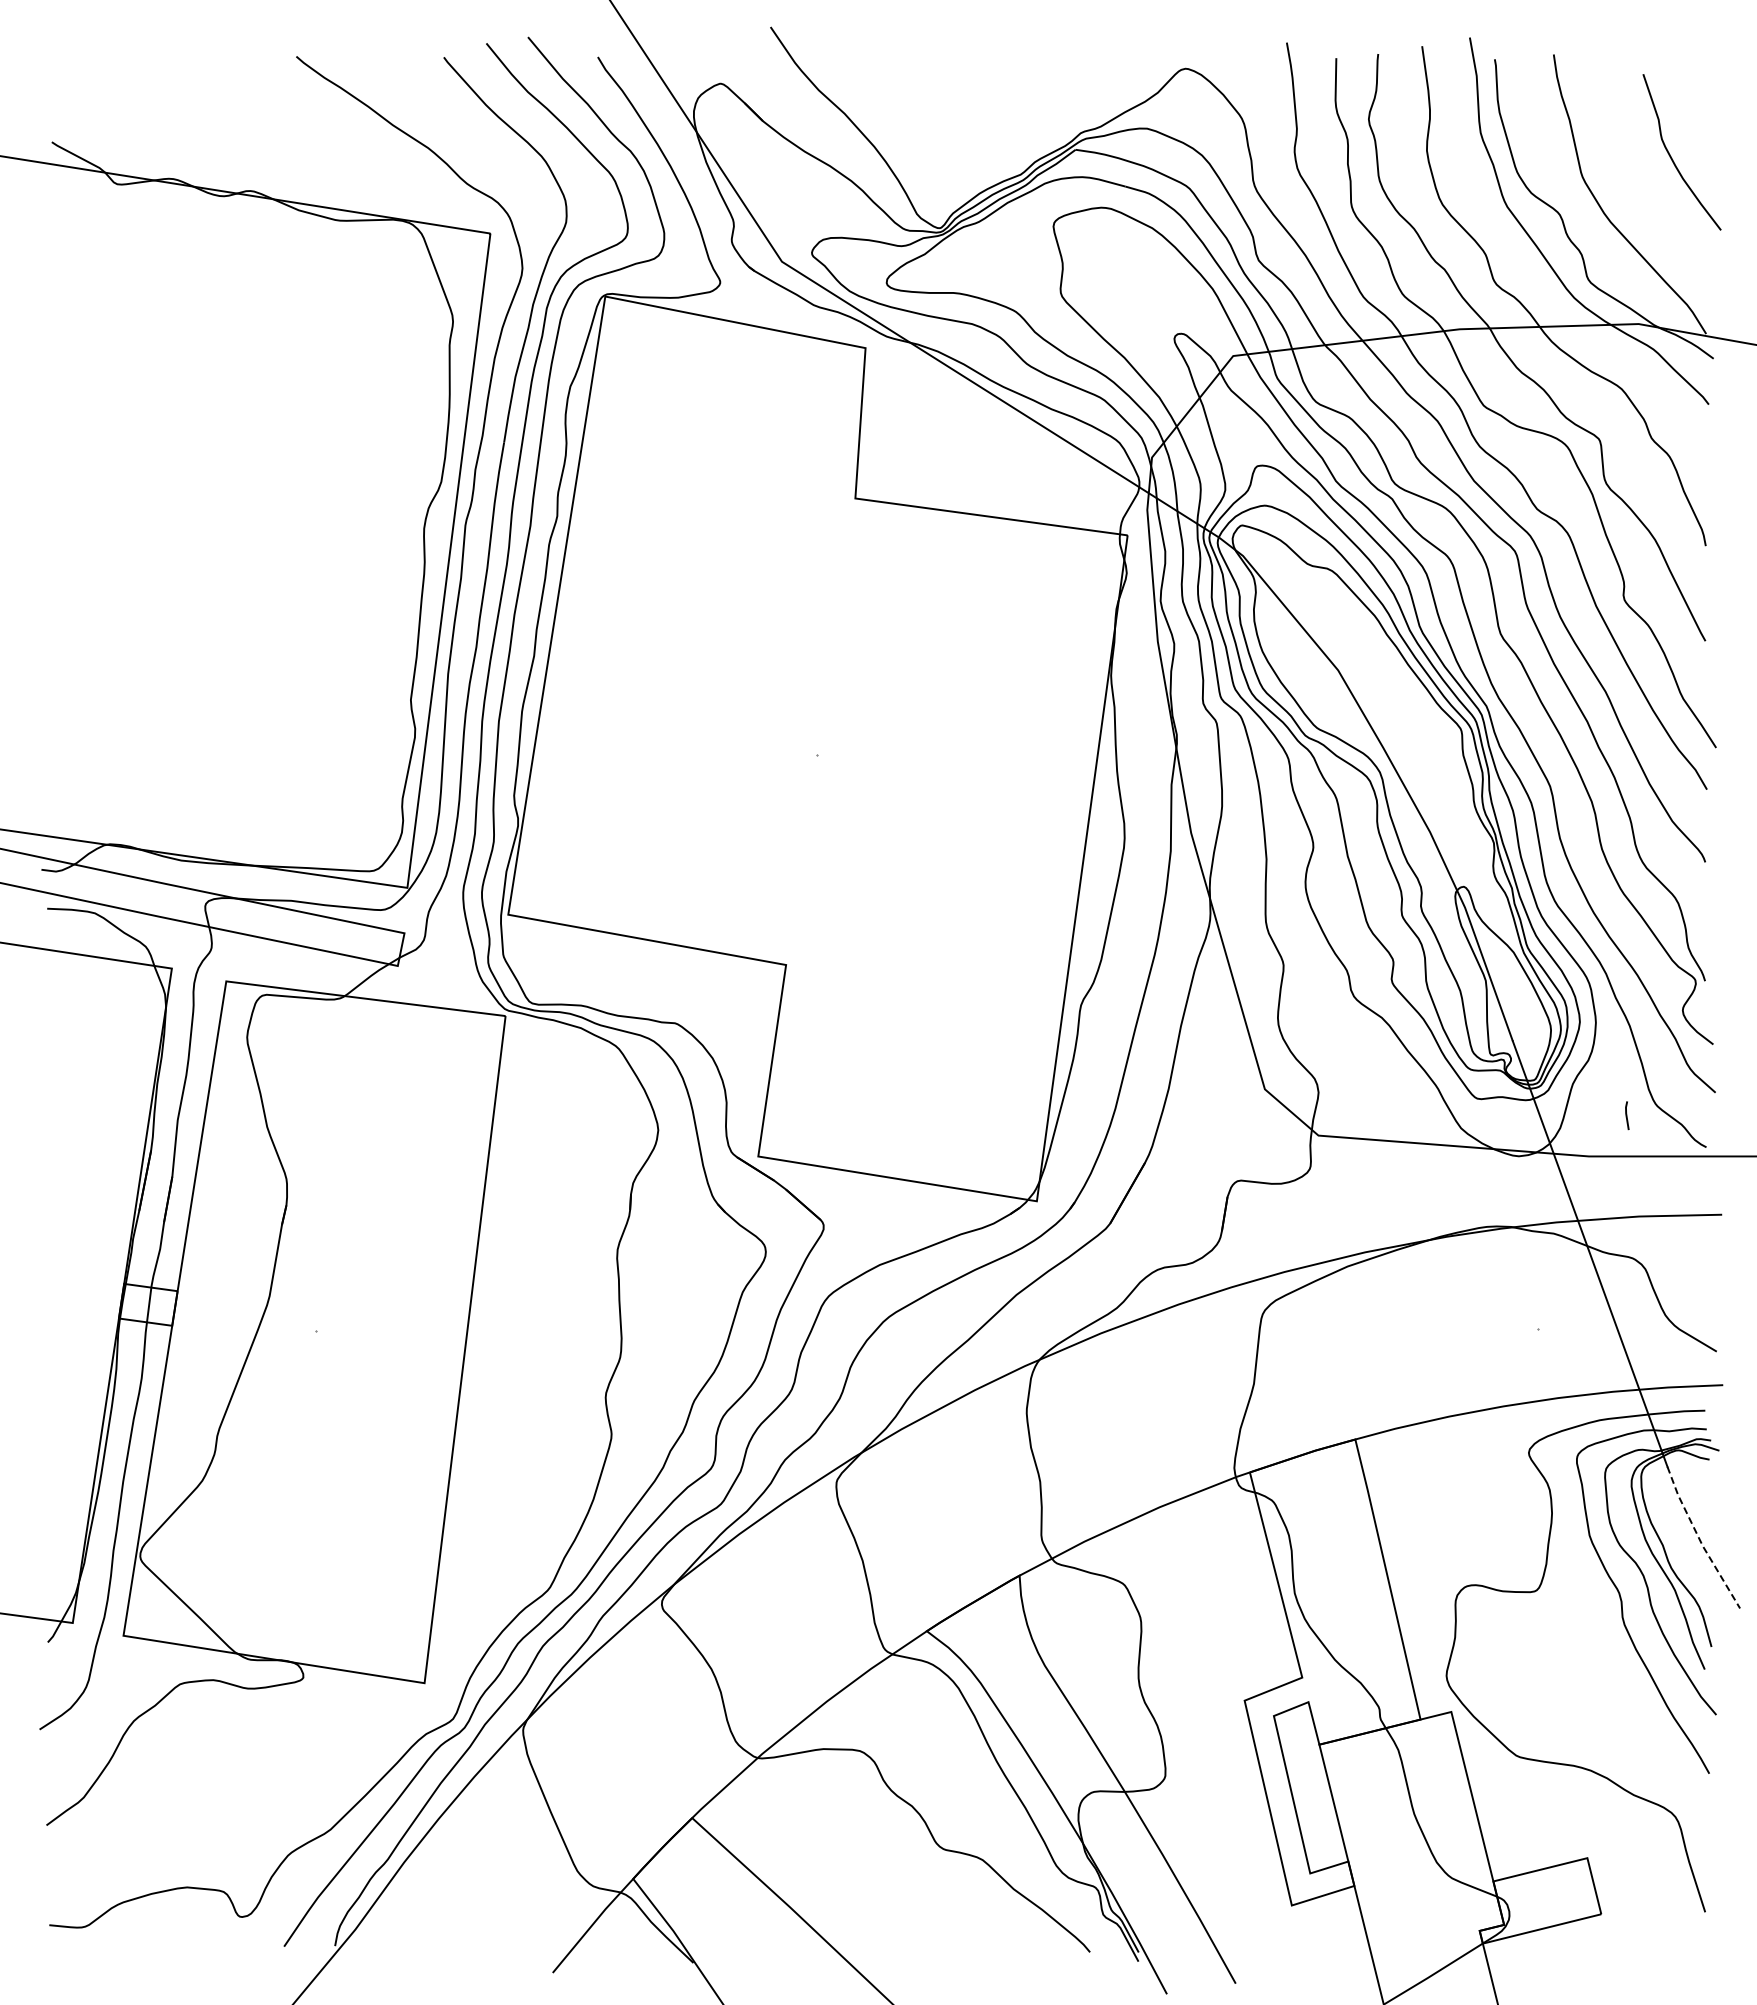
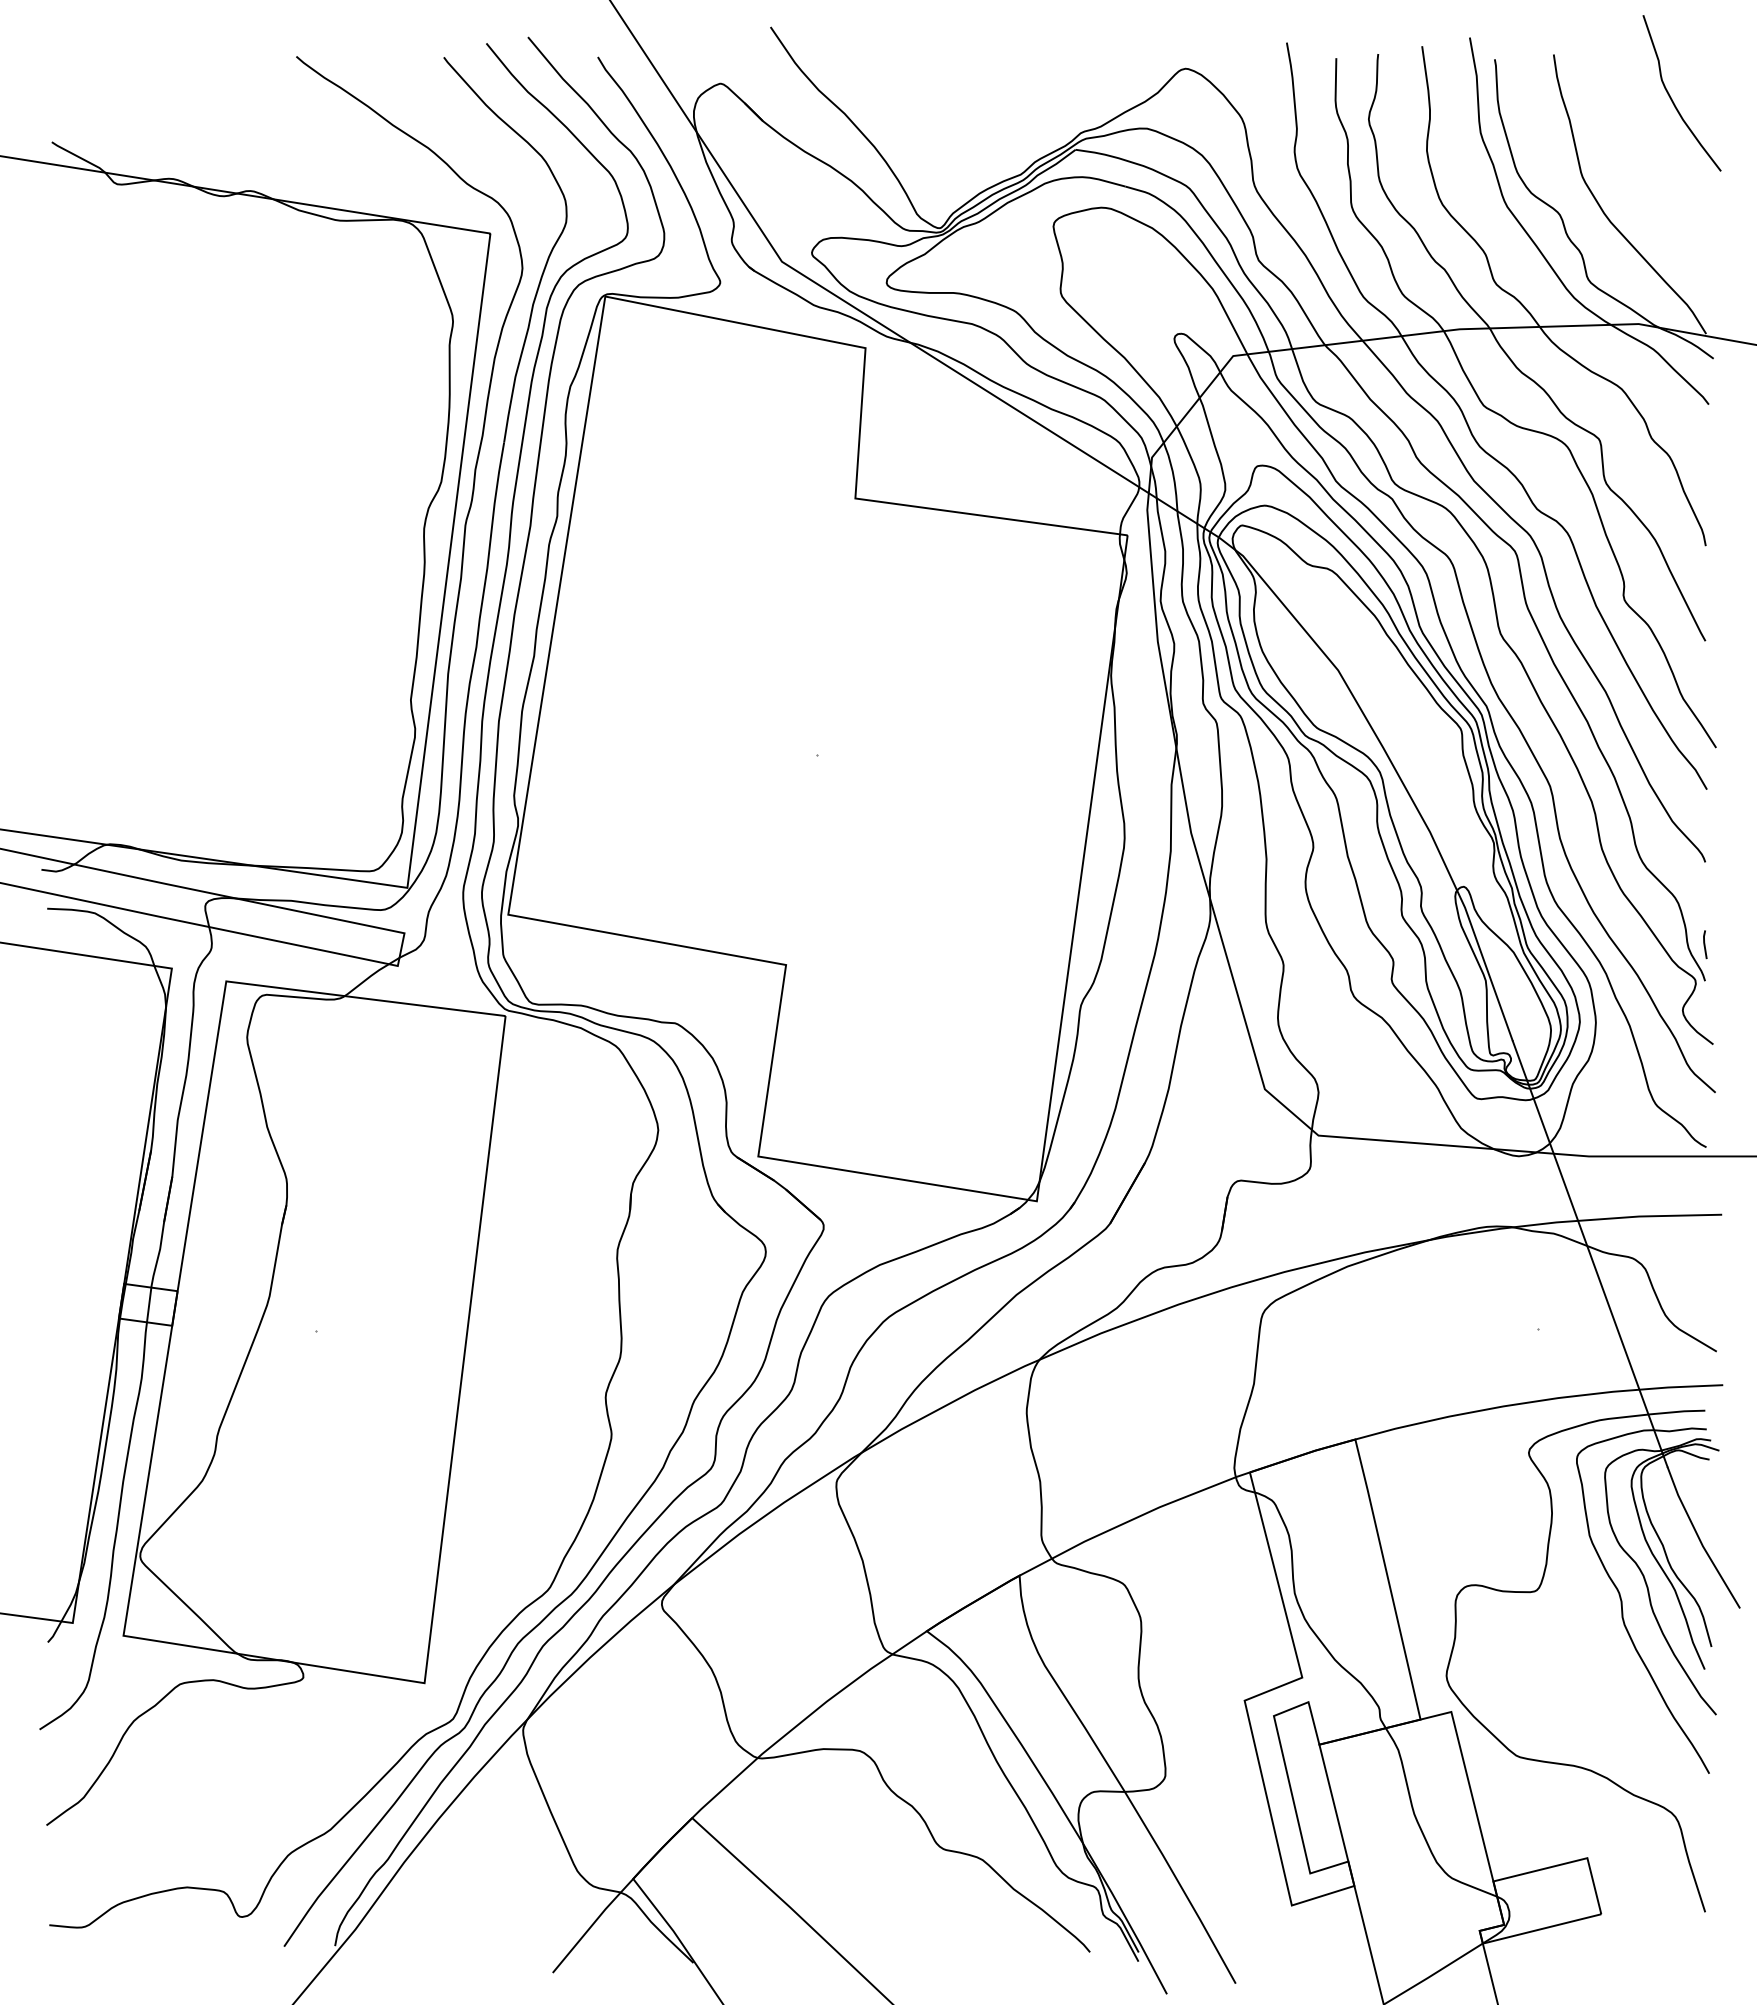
curve at (1671, 156) position: (1671, 156) -> (1671, 97)
line at (1627, 1115) position: (1627, 1115) -> (1705, 944)
line at (1699, 1540): dashed -> solid
